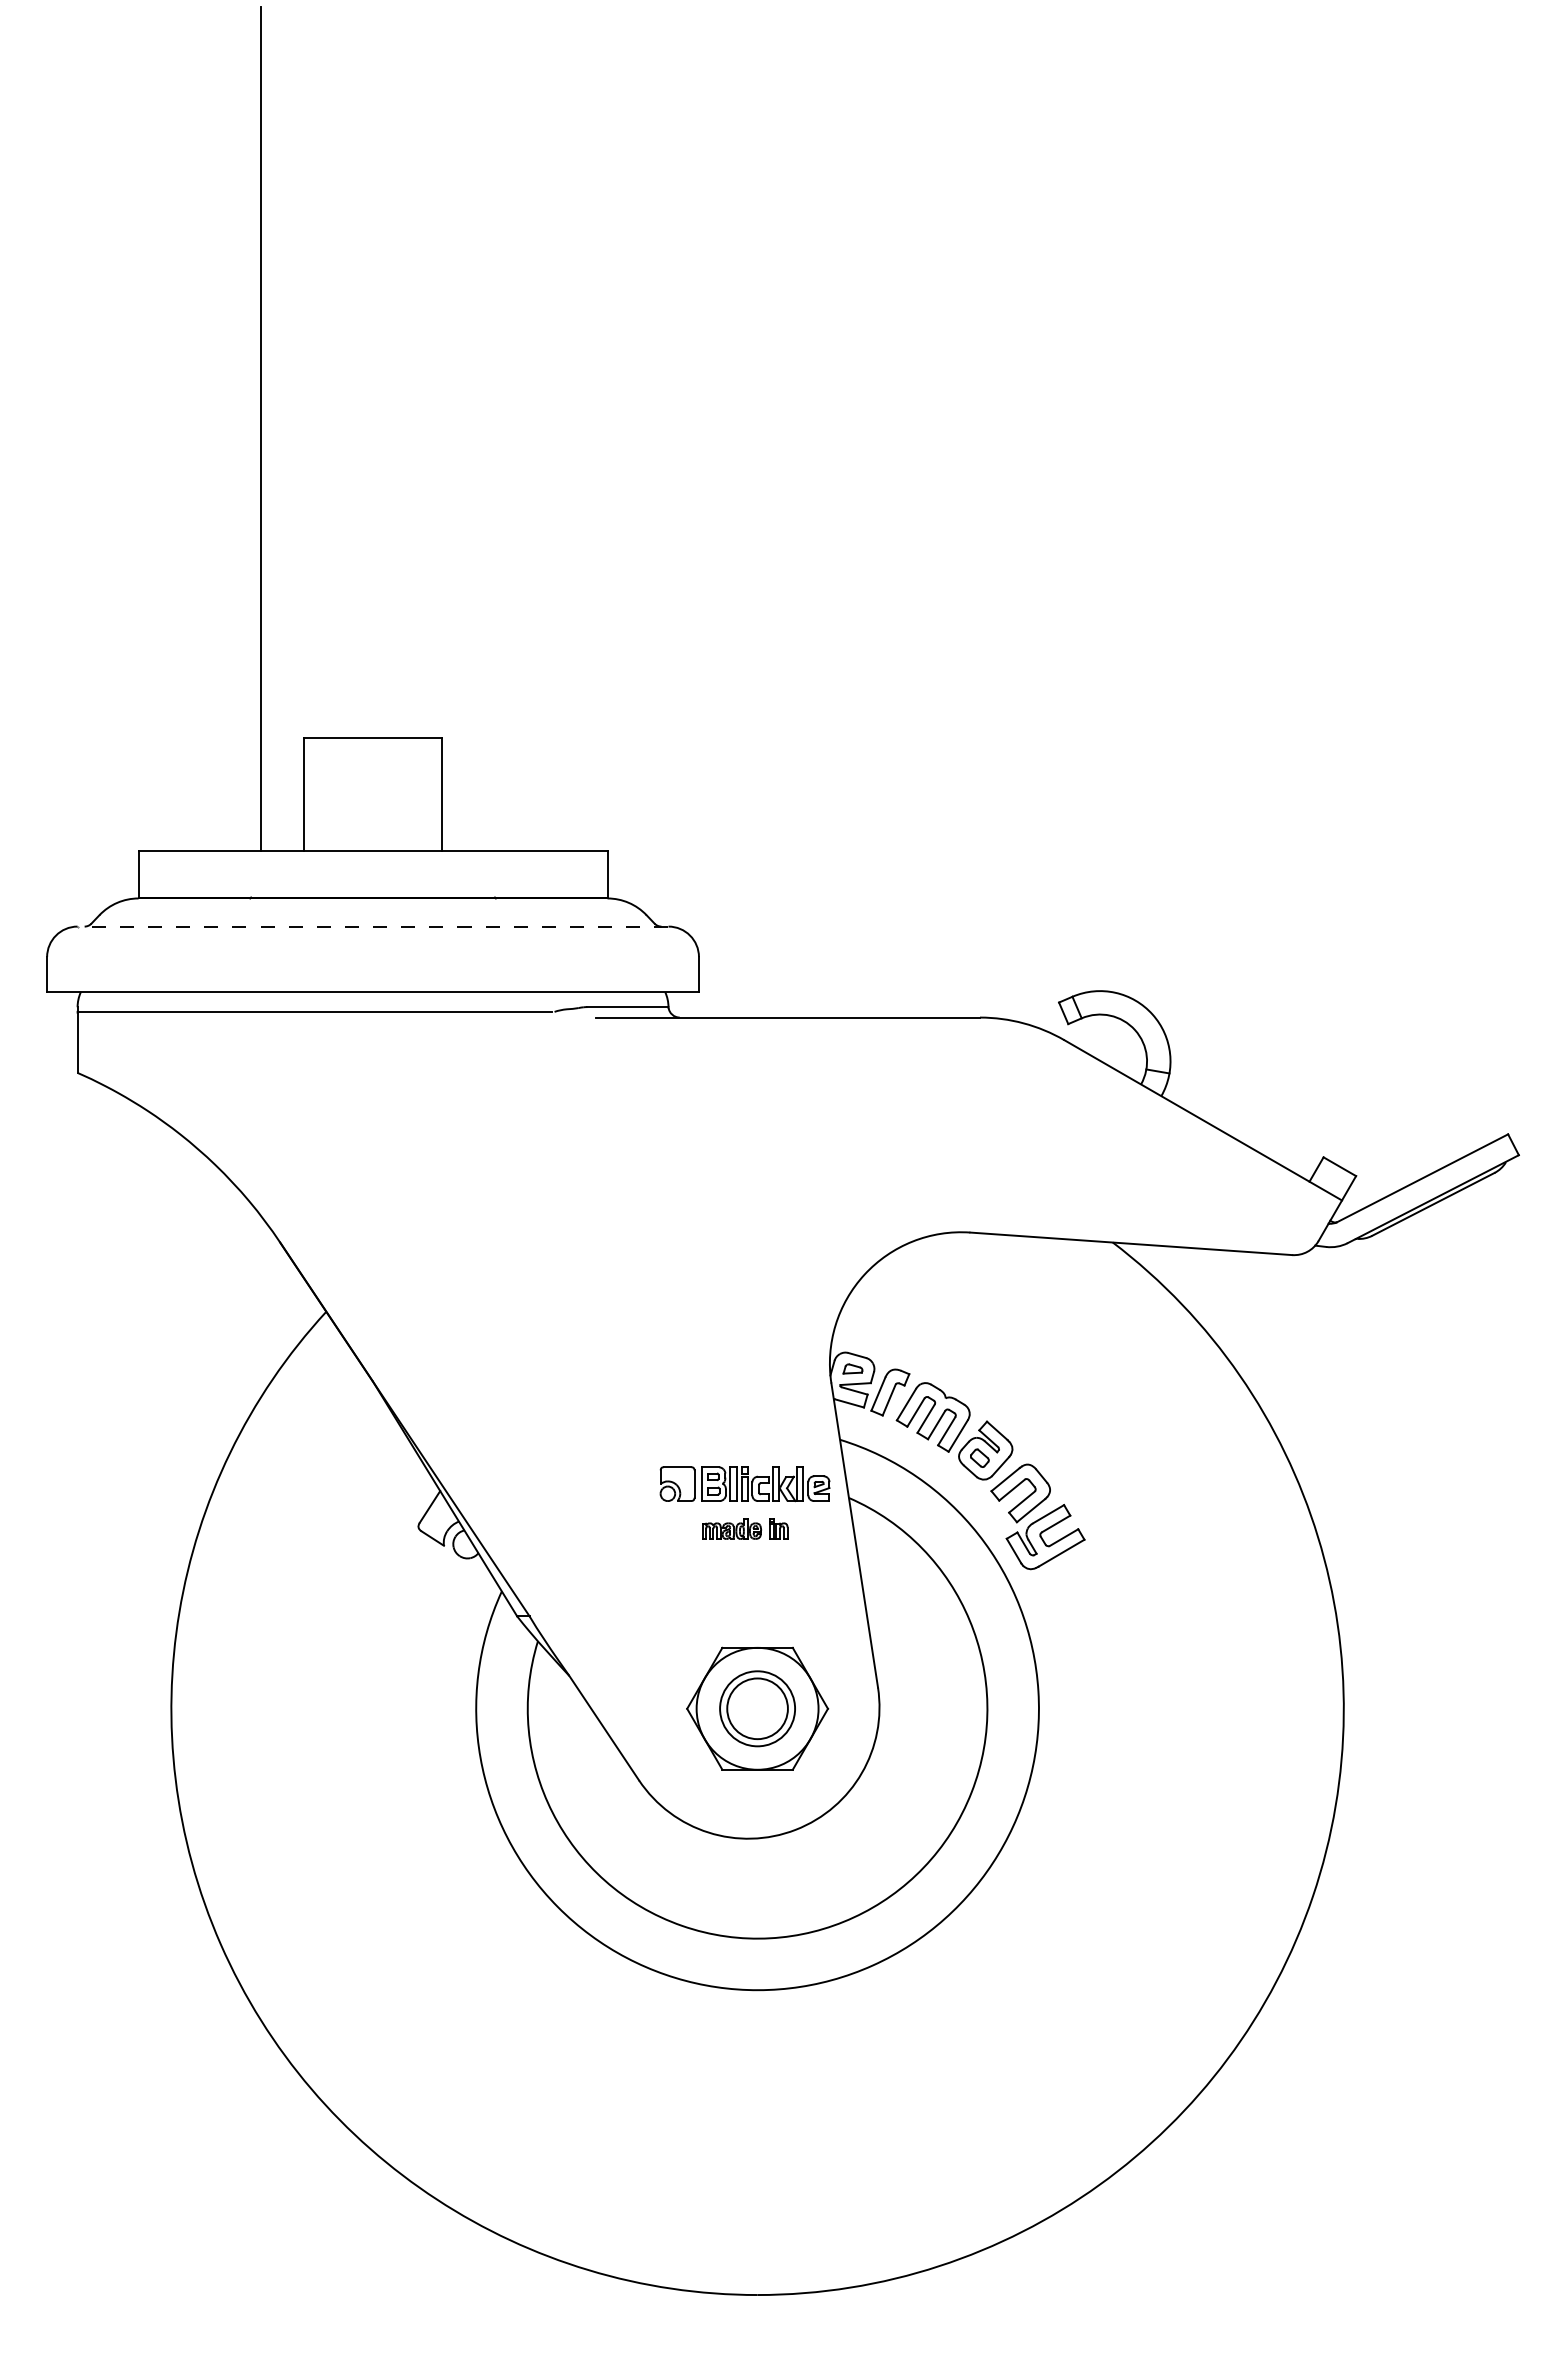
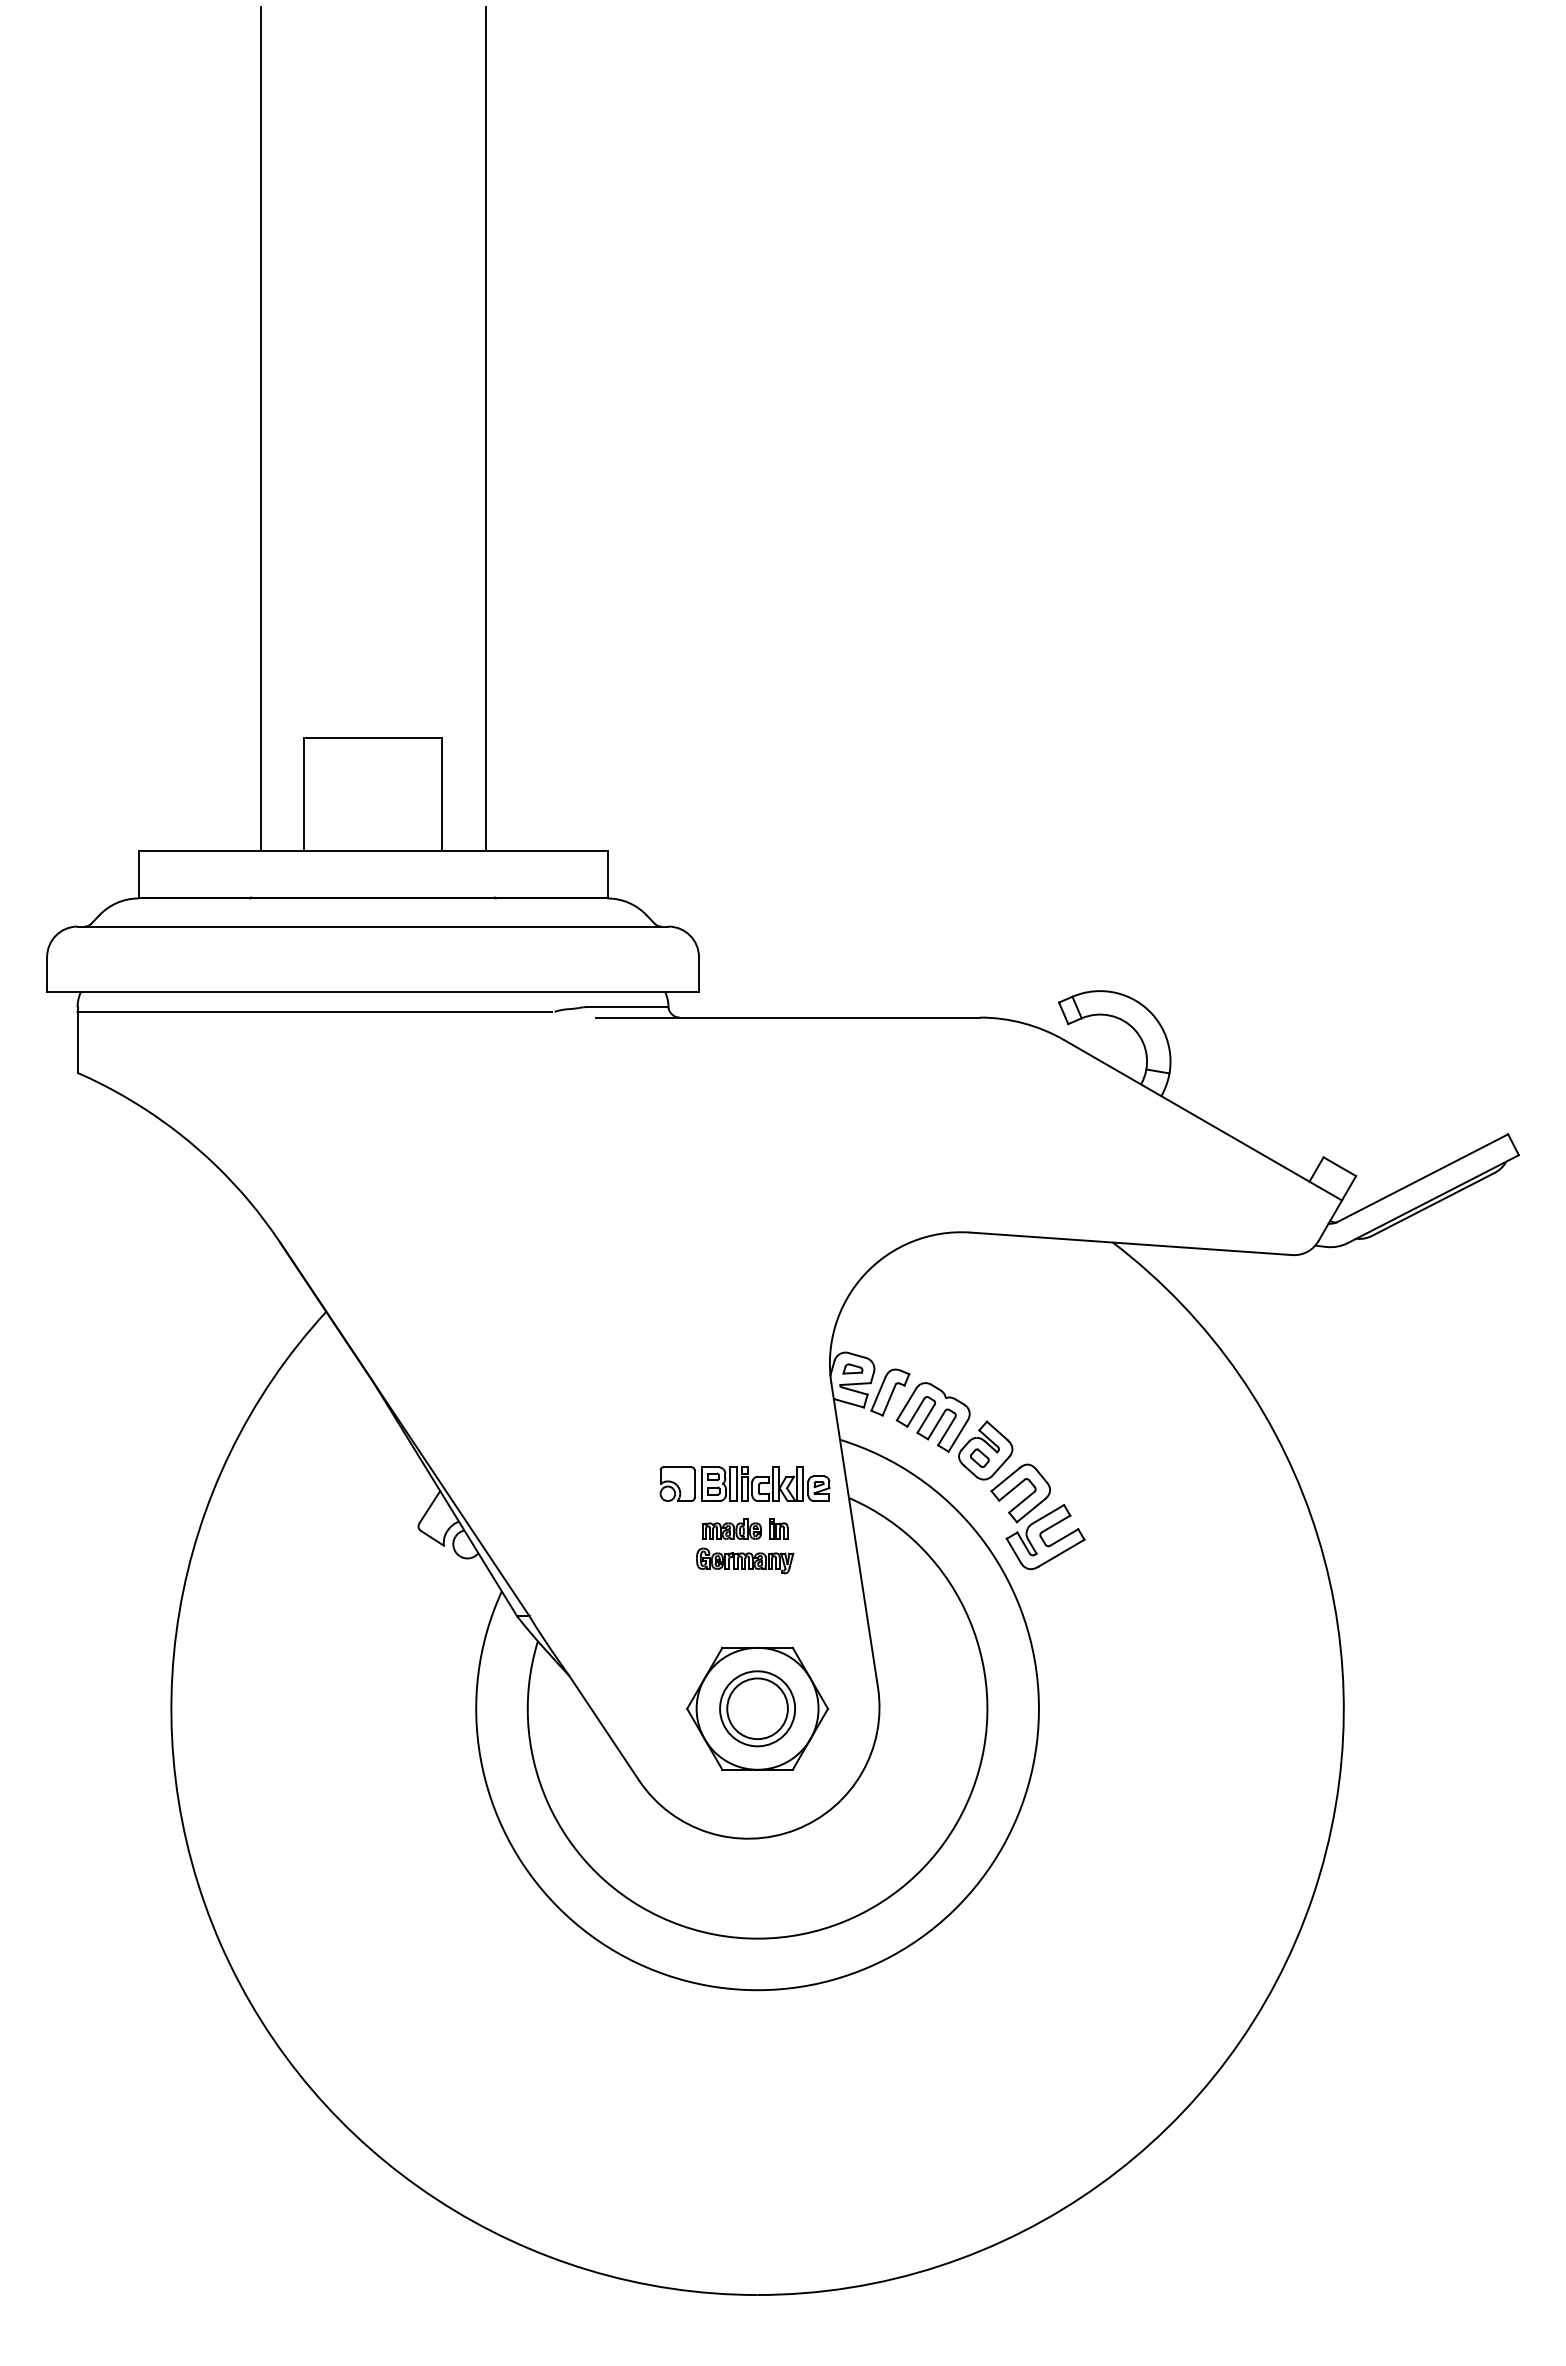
line at (485, 428): none -> present
line at (372, 926): dashed -> solid
part at (745, 1560): none -> present
